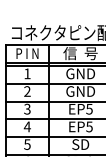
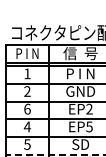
text at (80, 73): GND -> P I N
text at (27, 108): 3 -> 6
text at (89, 108): EP5 -> EP2
line at (56, 154): solid -> dashed
